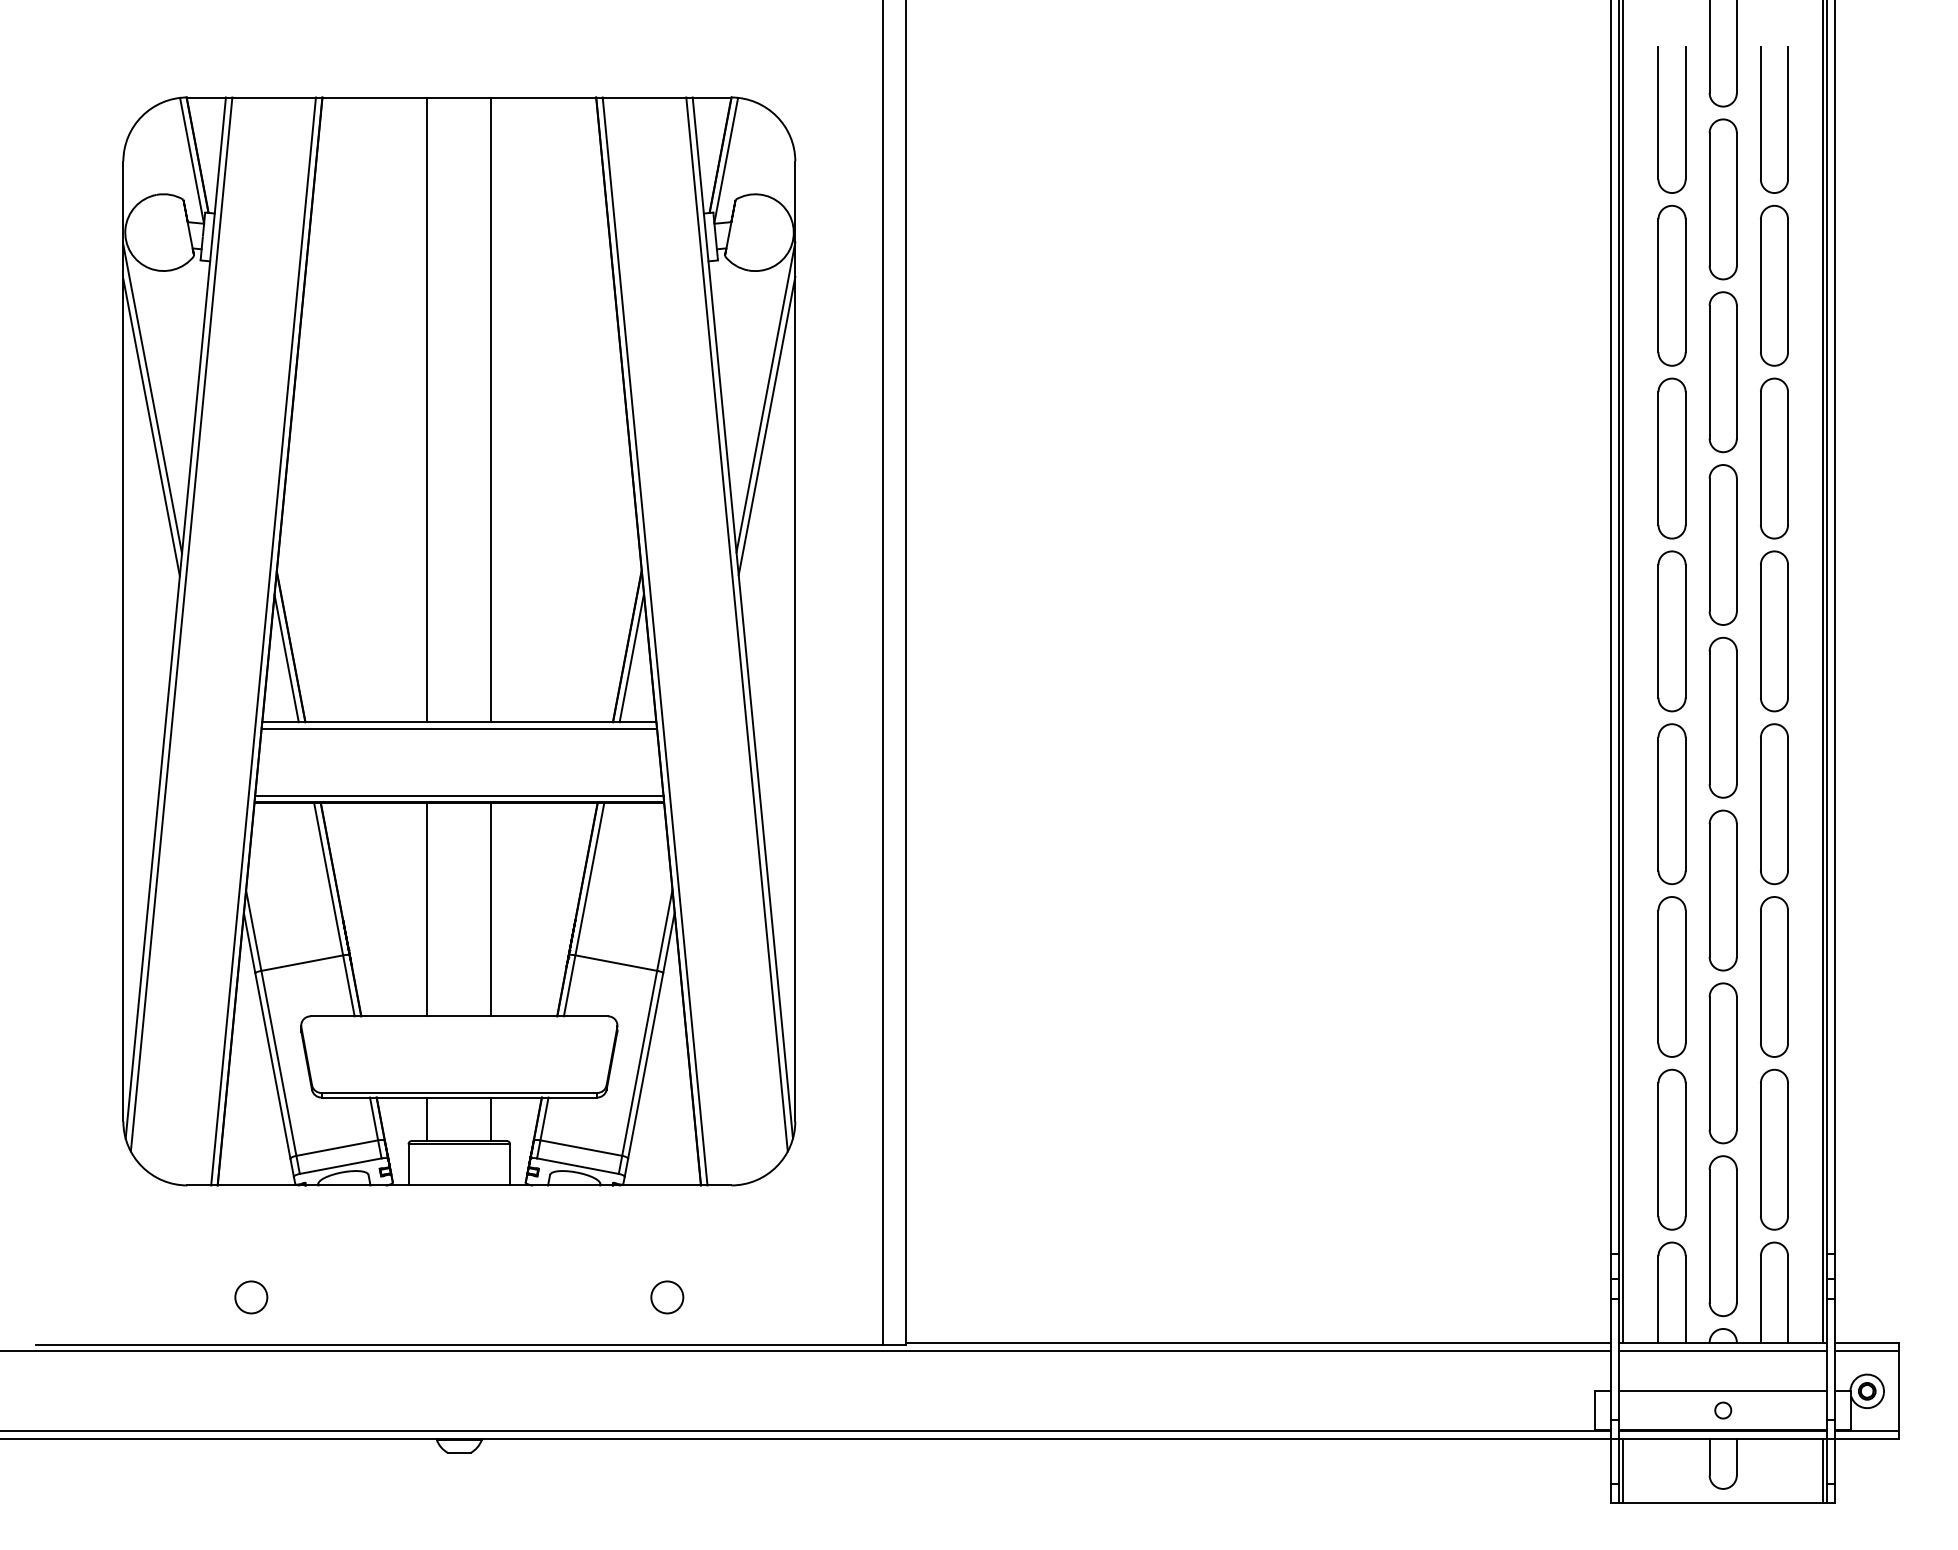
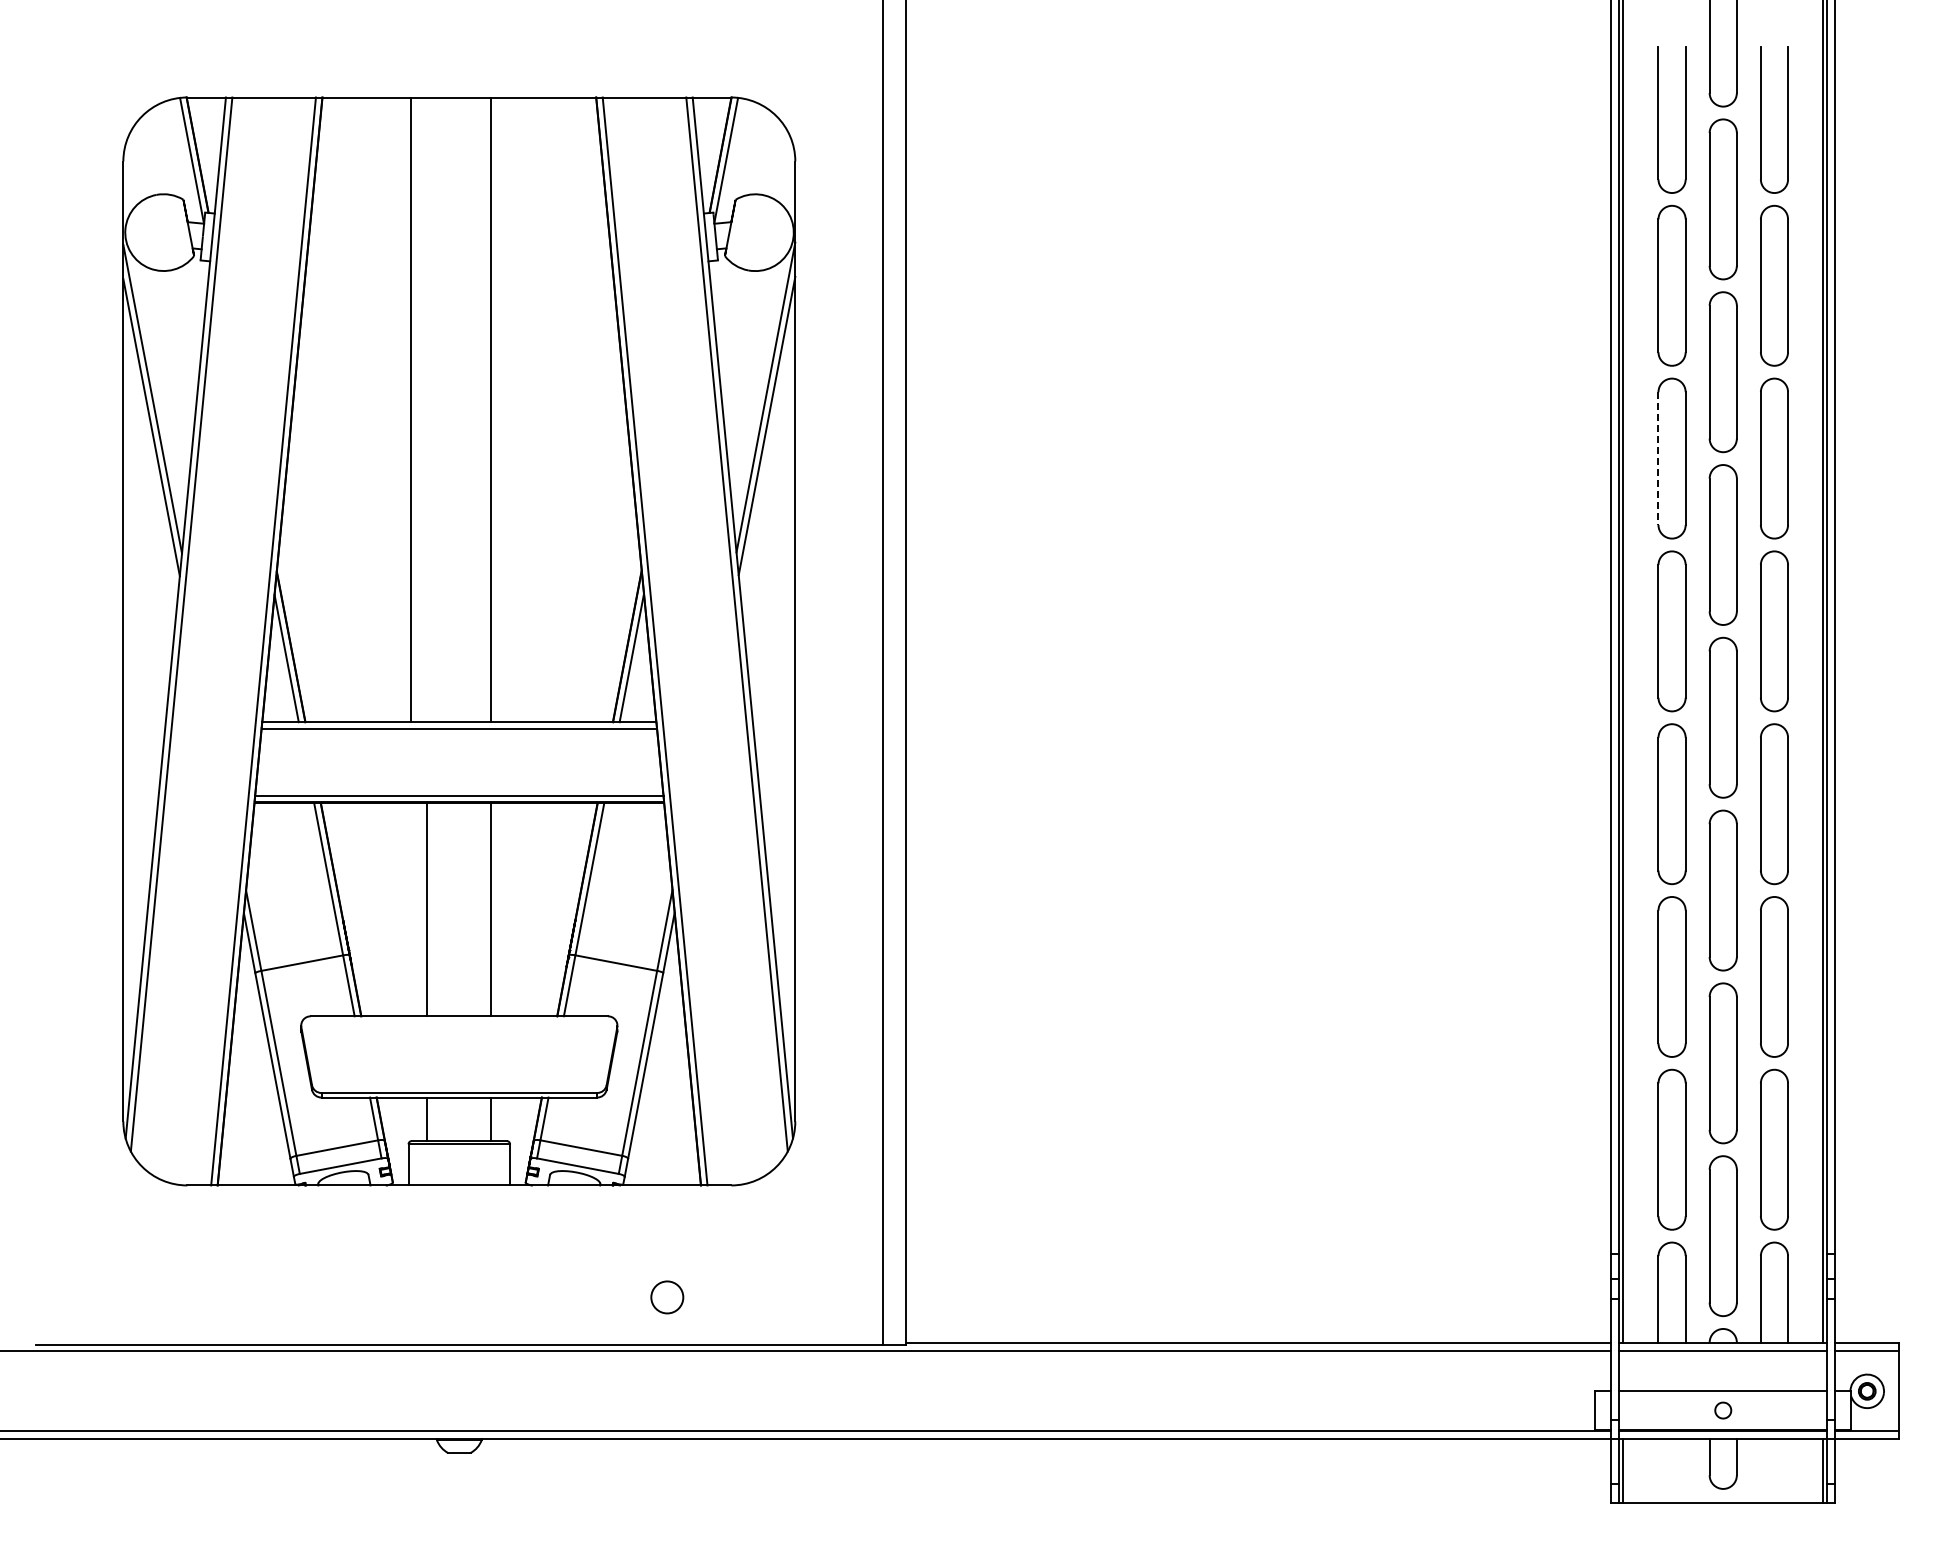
line at (427, 409) position: (427, 409) -> (411, 409)
line at (1658, 459): solid -> dashed
circle at (251, 1297): present -> none
